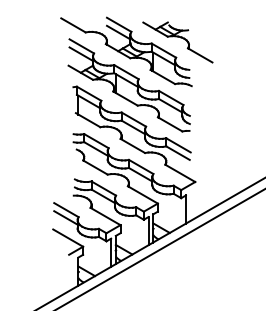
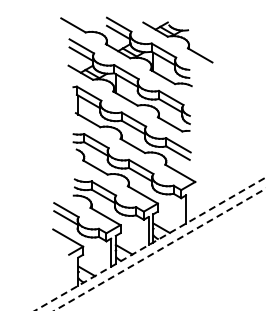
line at (150, 244): solid -> dashed
line at (160, 249): solid -> dashed
